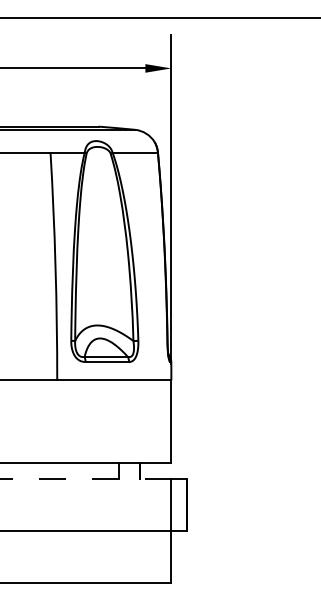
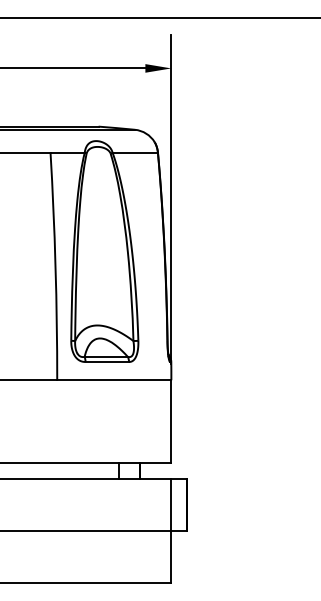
line at (85, 479): dashed -> solid
